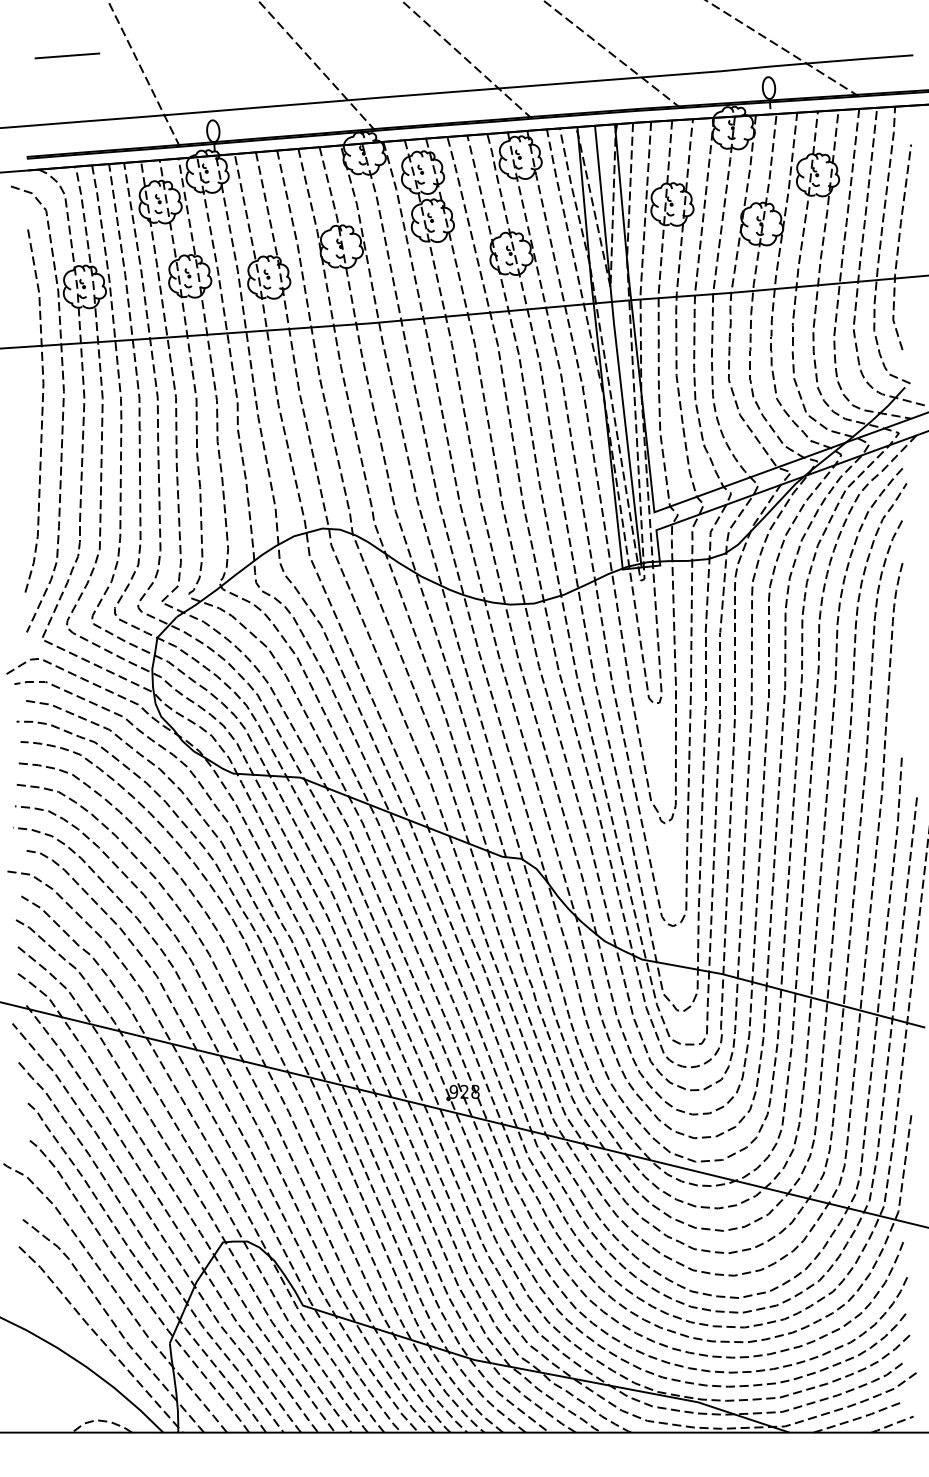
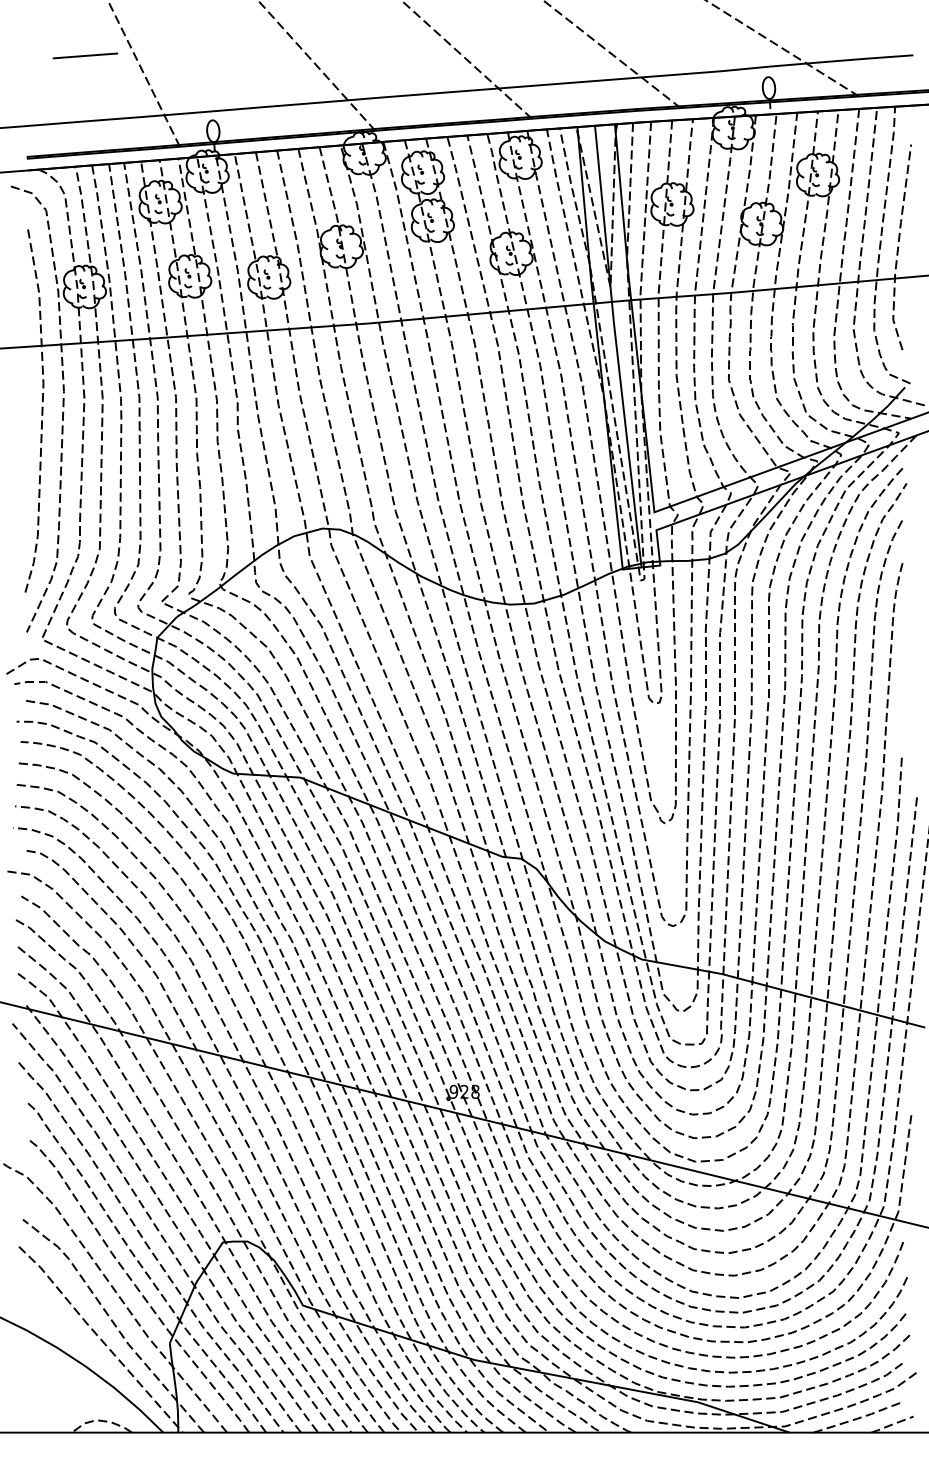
line at (67, 55) position: (67, 55) -> (85, 55)
